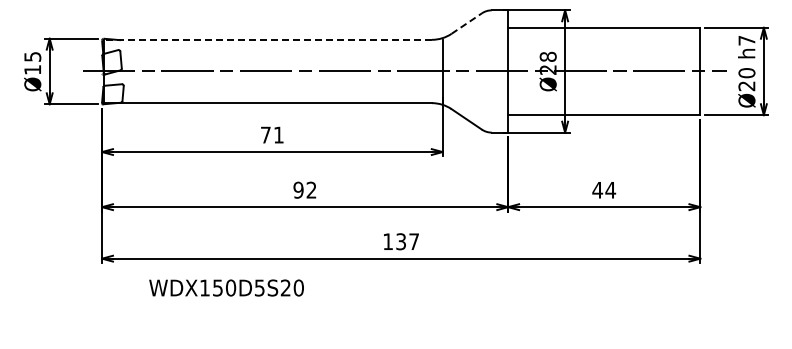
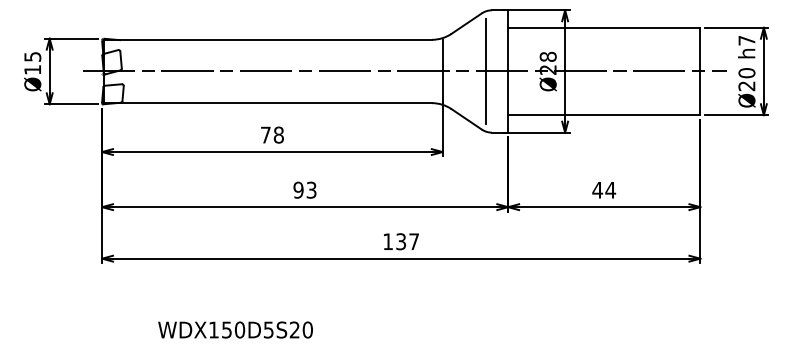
line at (467, 23): dashed -> solid
line at (268, 39): dashed -> solid
line at (486, 70): none -> present
text at (278, 134): 71 -> 78
text at (311, 190): 92 -> 93
text at (226, 287) position: (226, 287) -> (235, 329)
